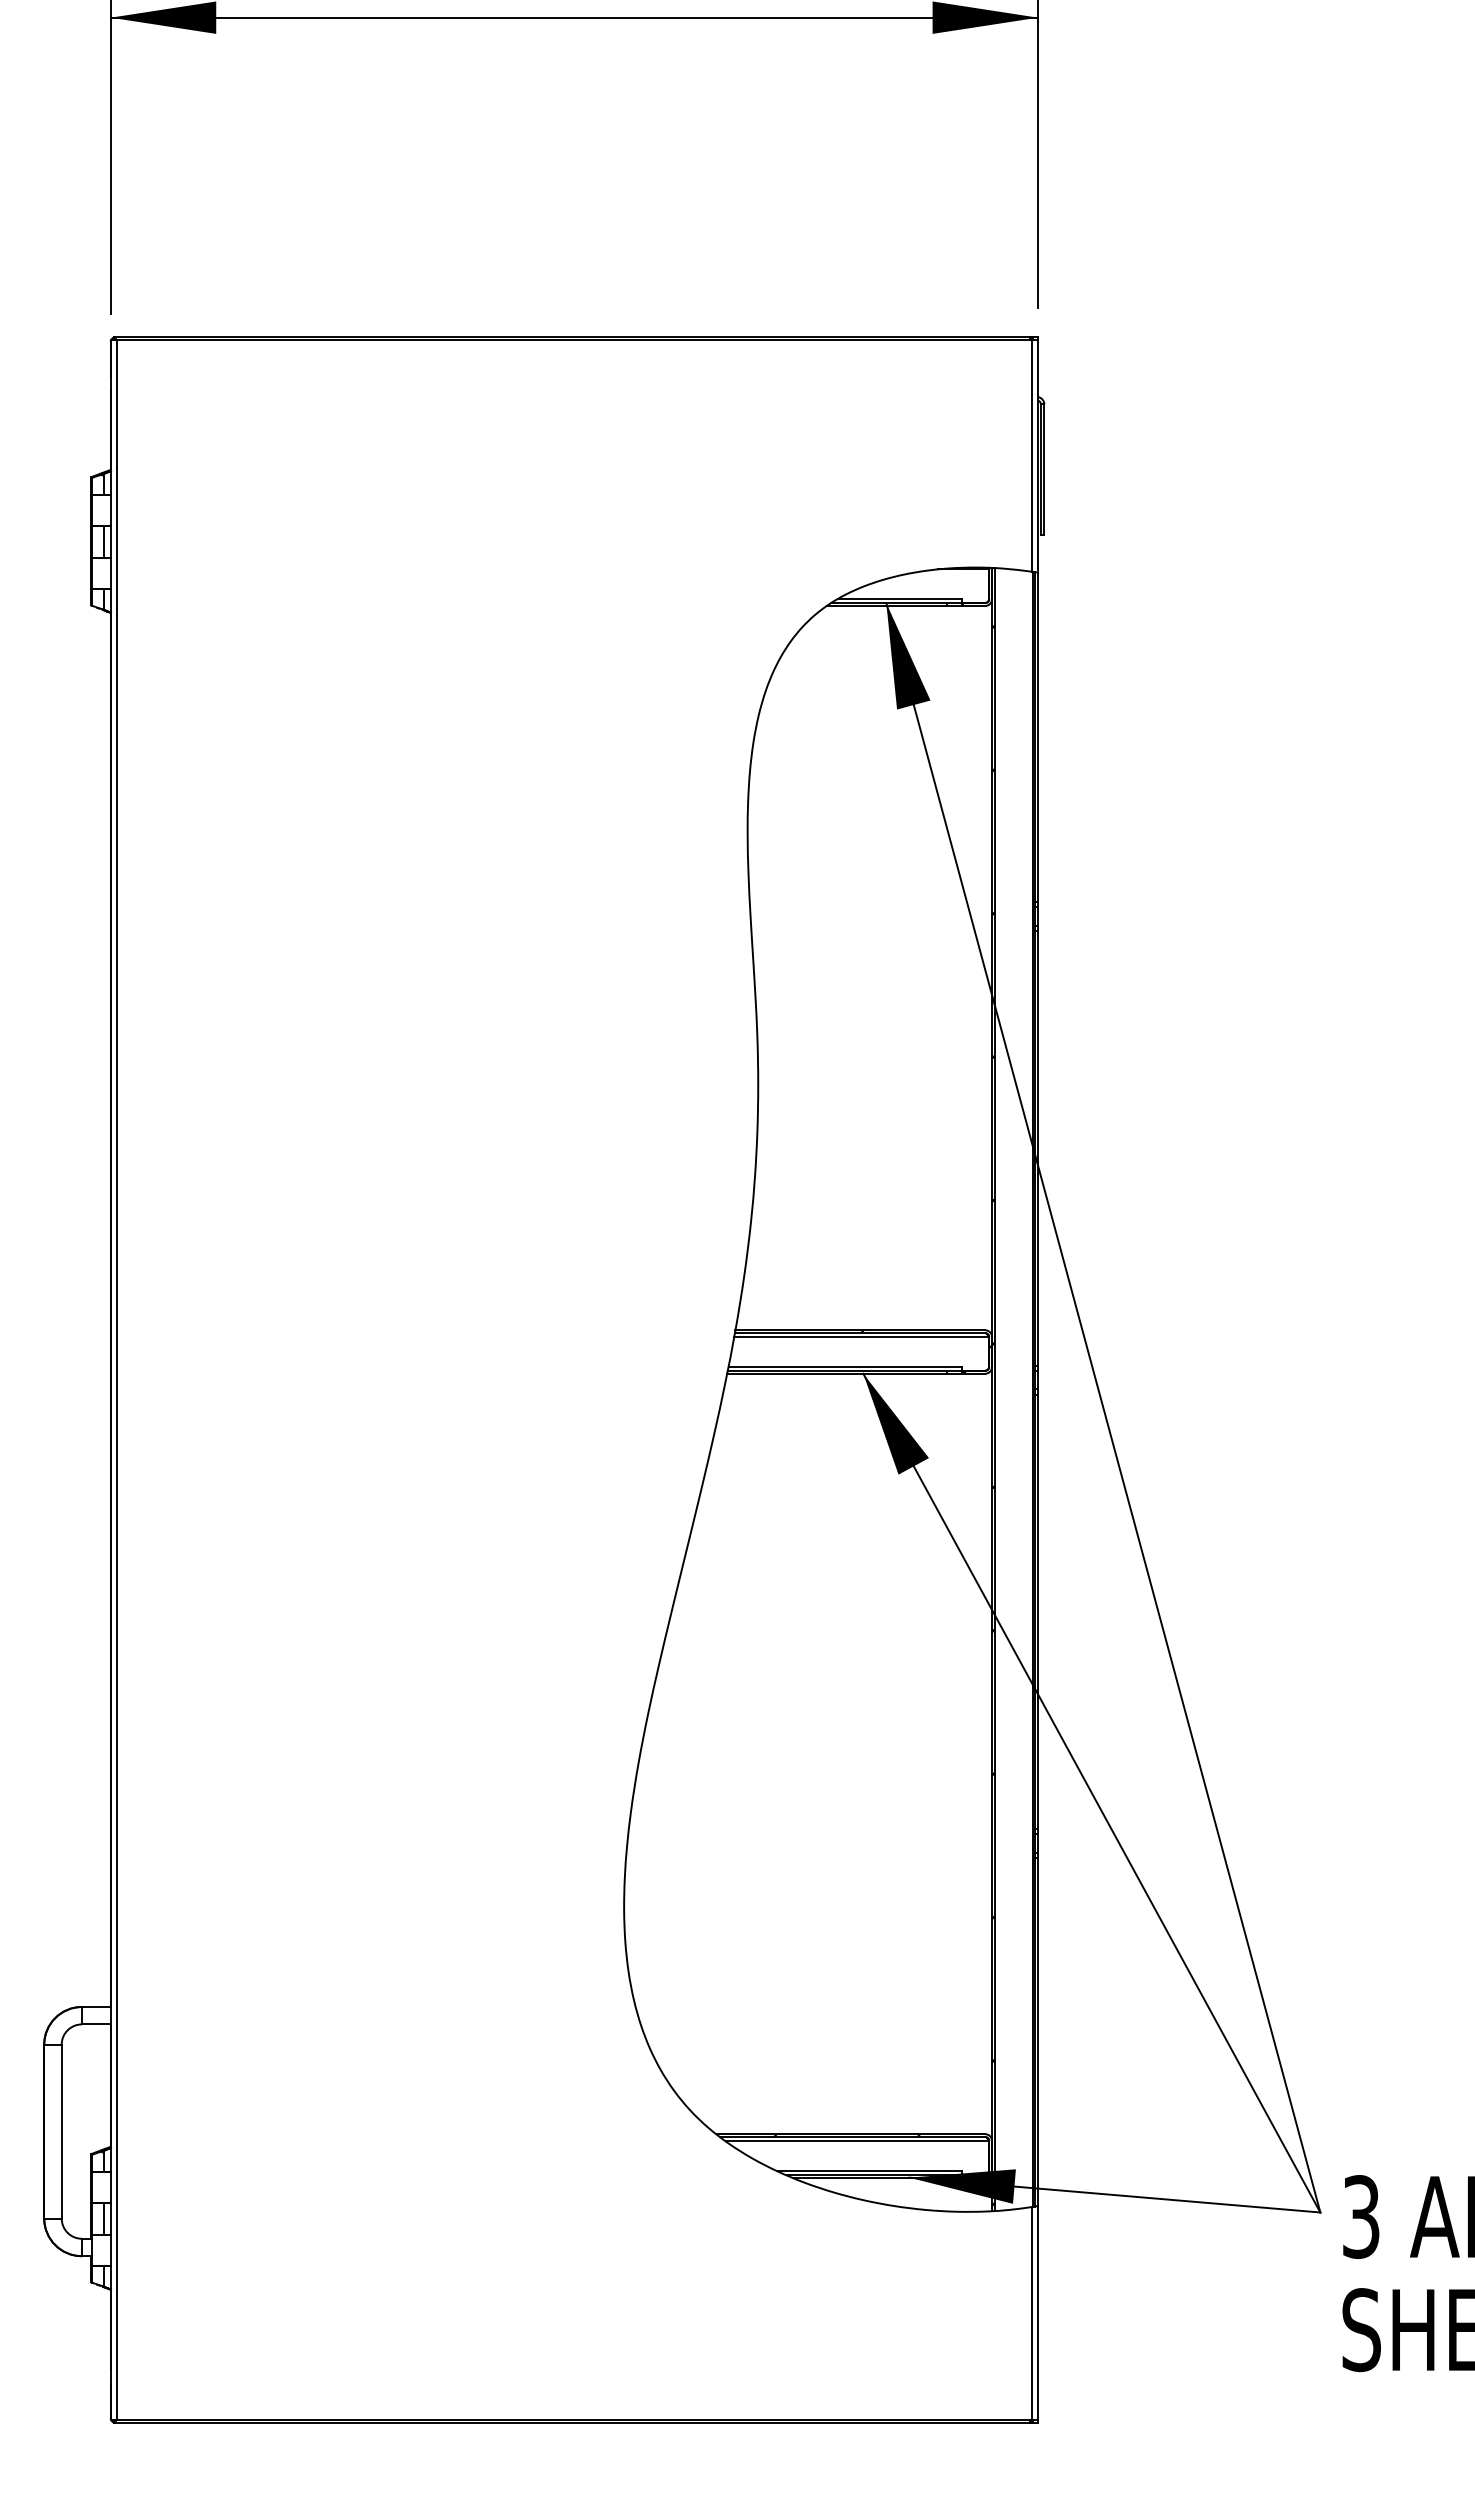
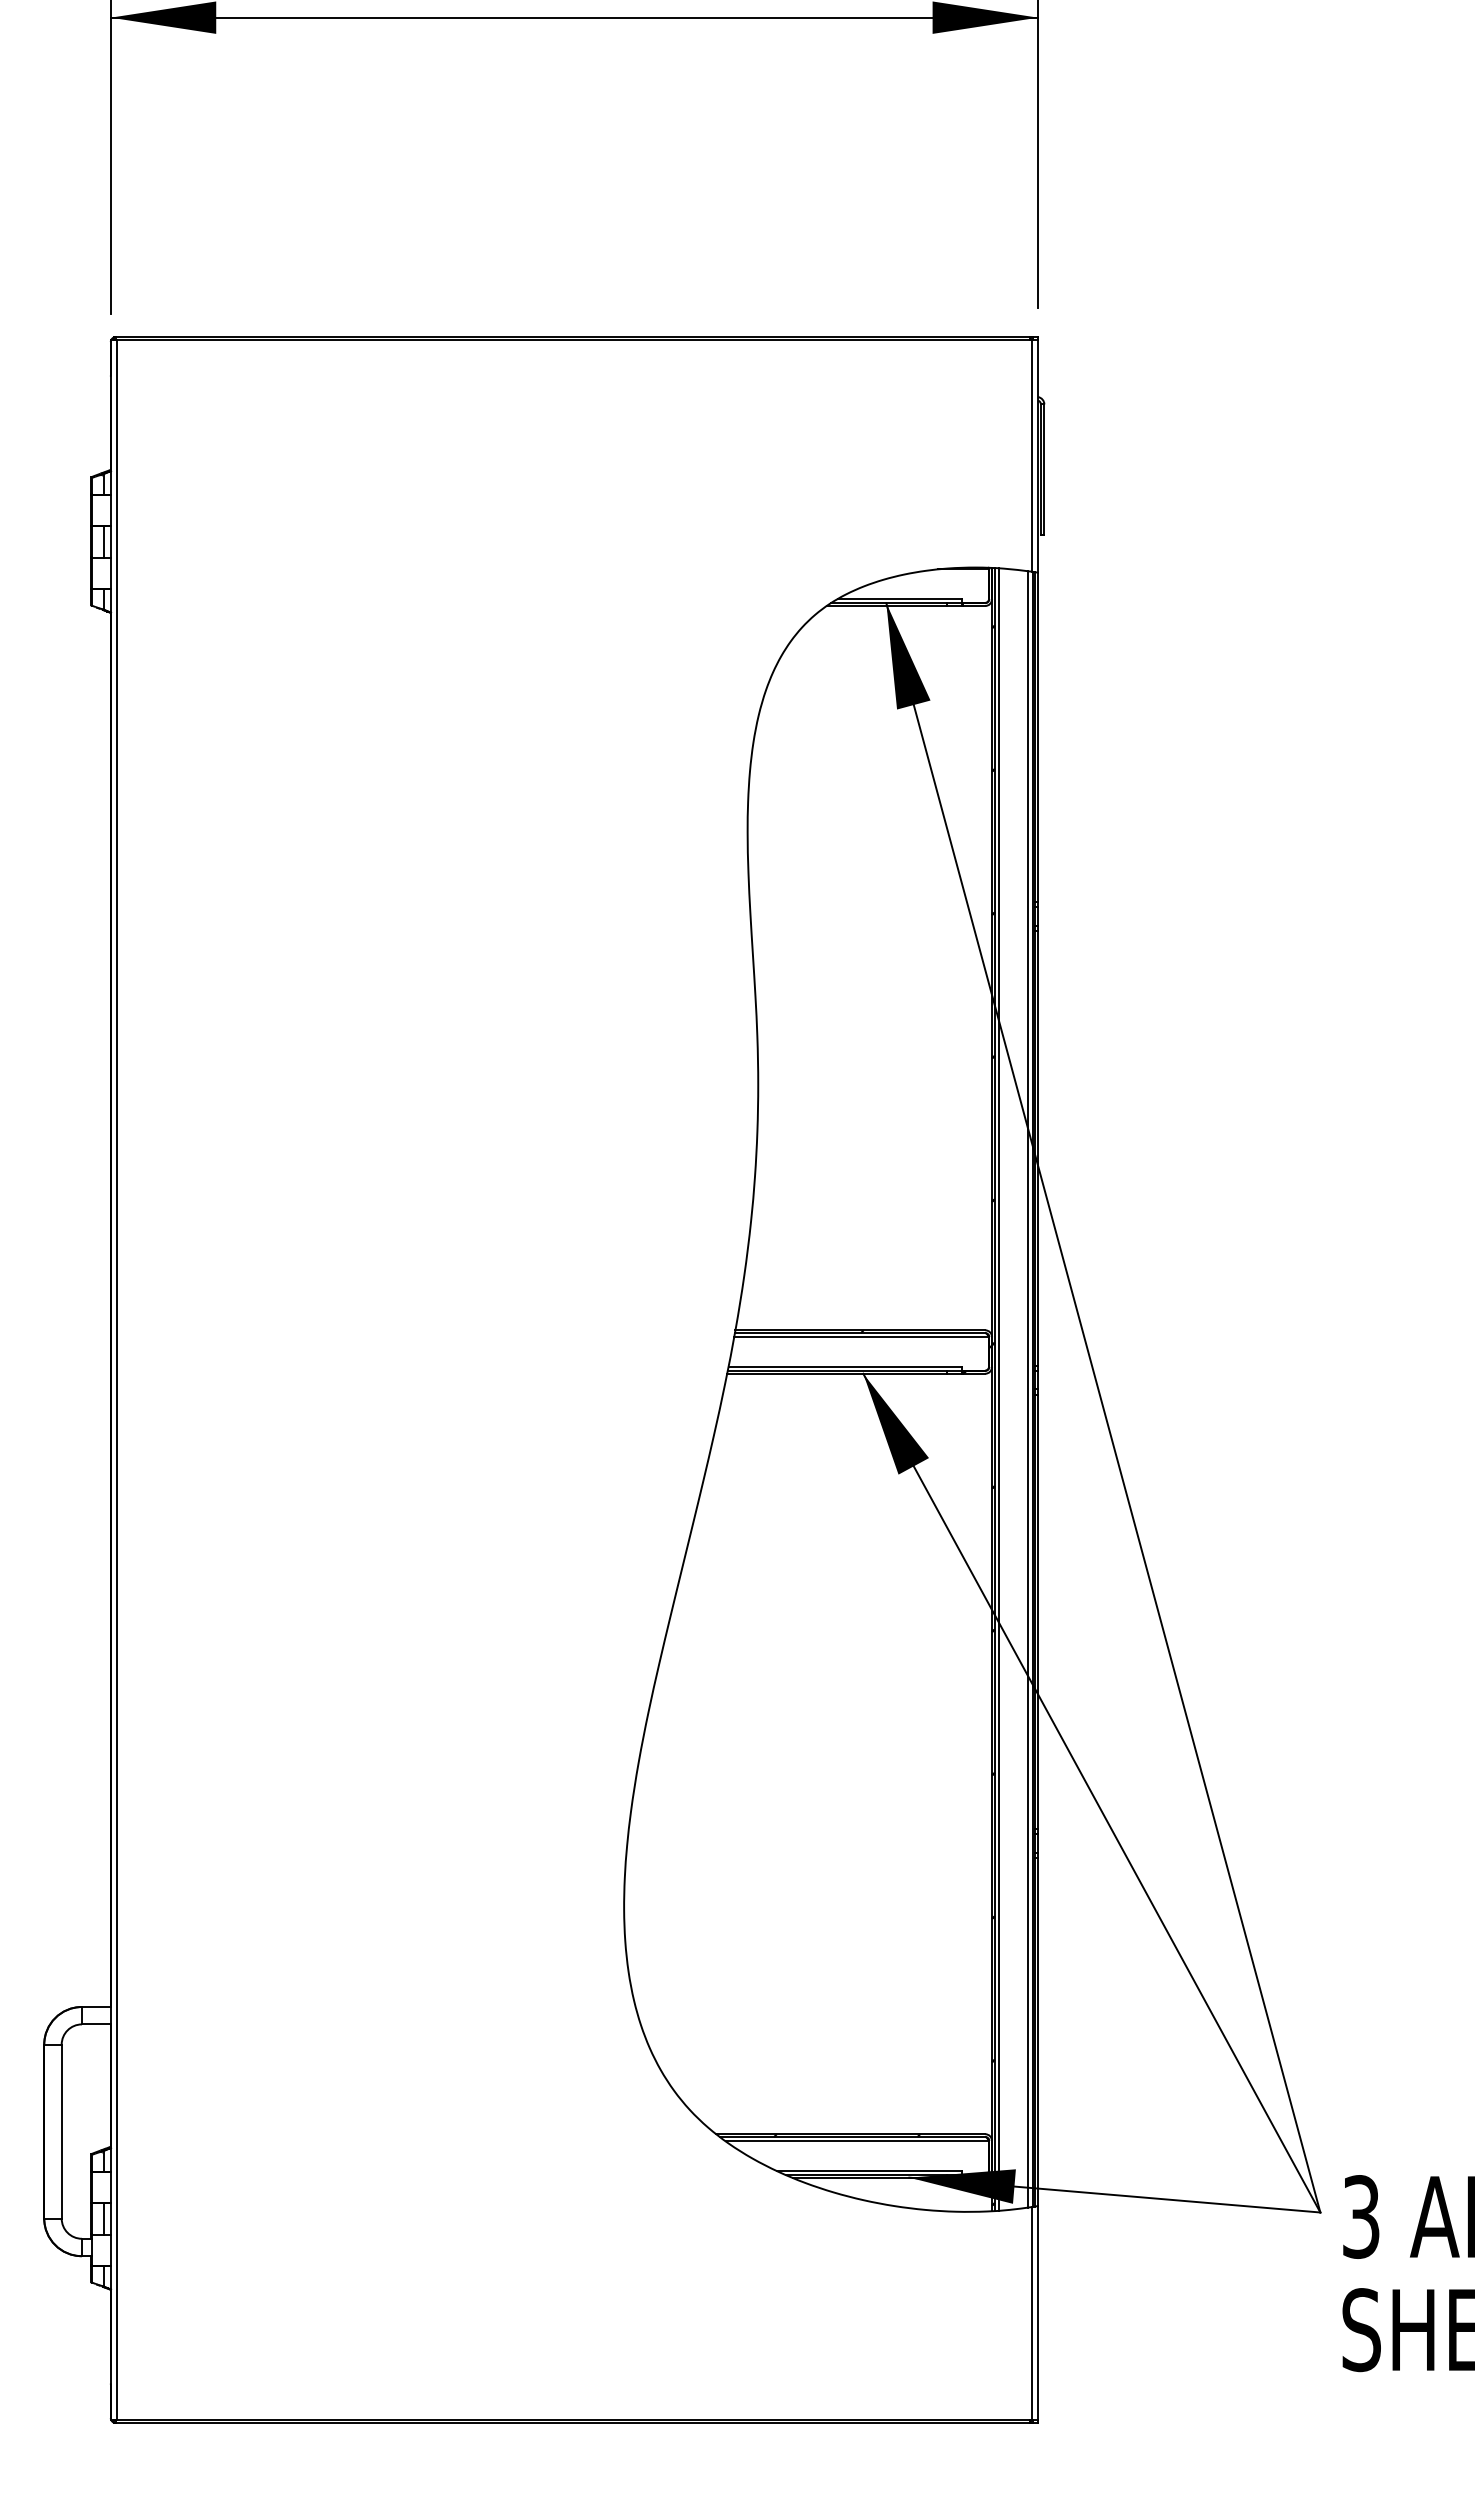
line at (998, 1389): none -> present
line at (1028, 1389): none -> present
